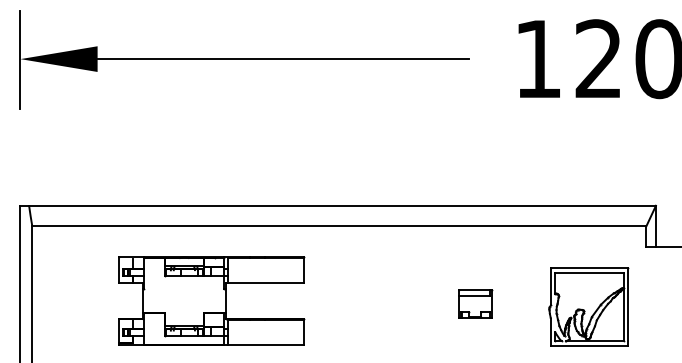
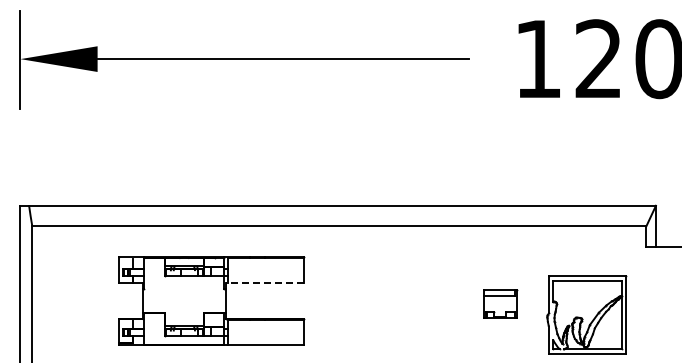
line at (264, 282): solid -> dashed
part at (475, 303) position: (475, 303) -> (500, 303)
part at (588, 306) position: (588, 306) -> (586, 314)
